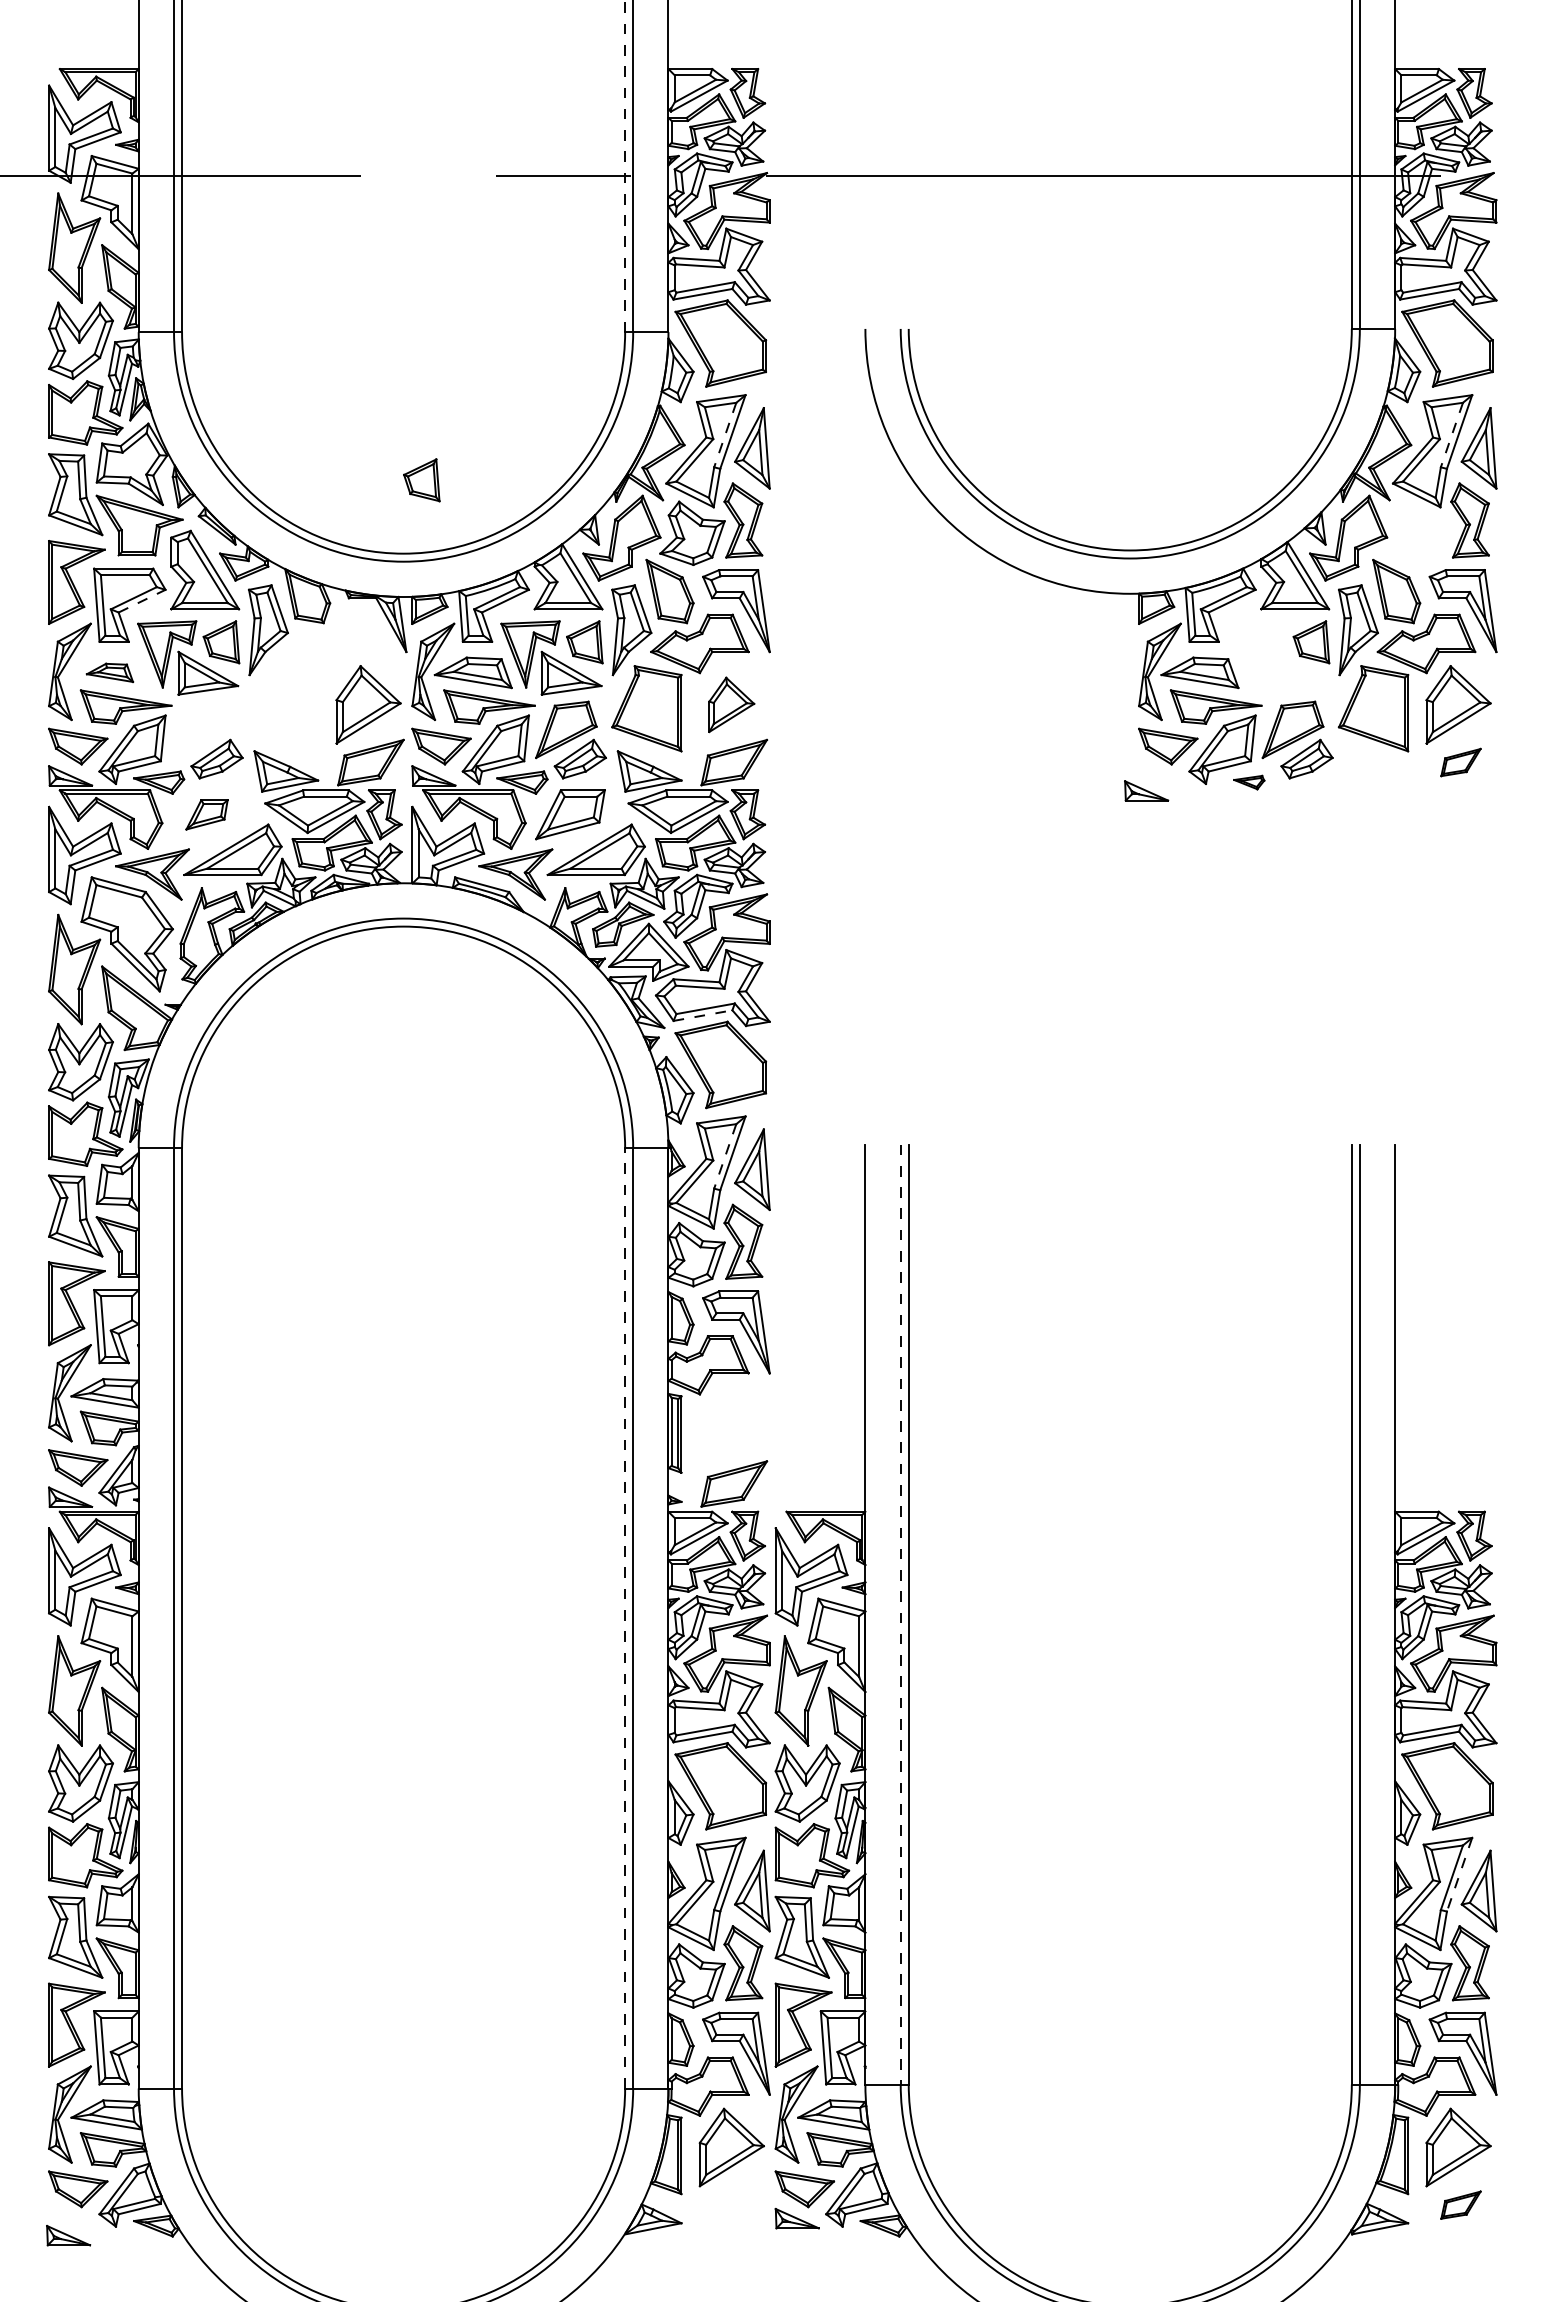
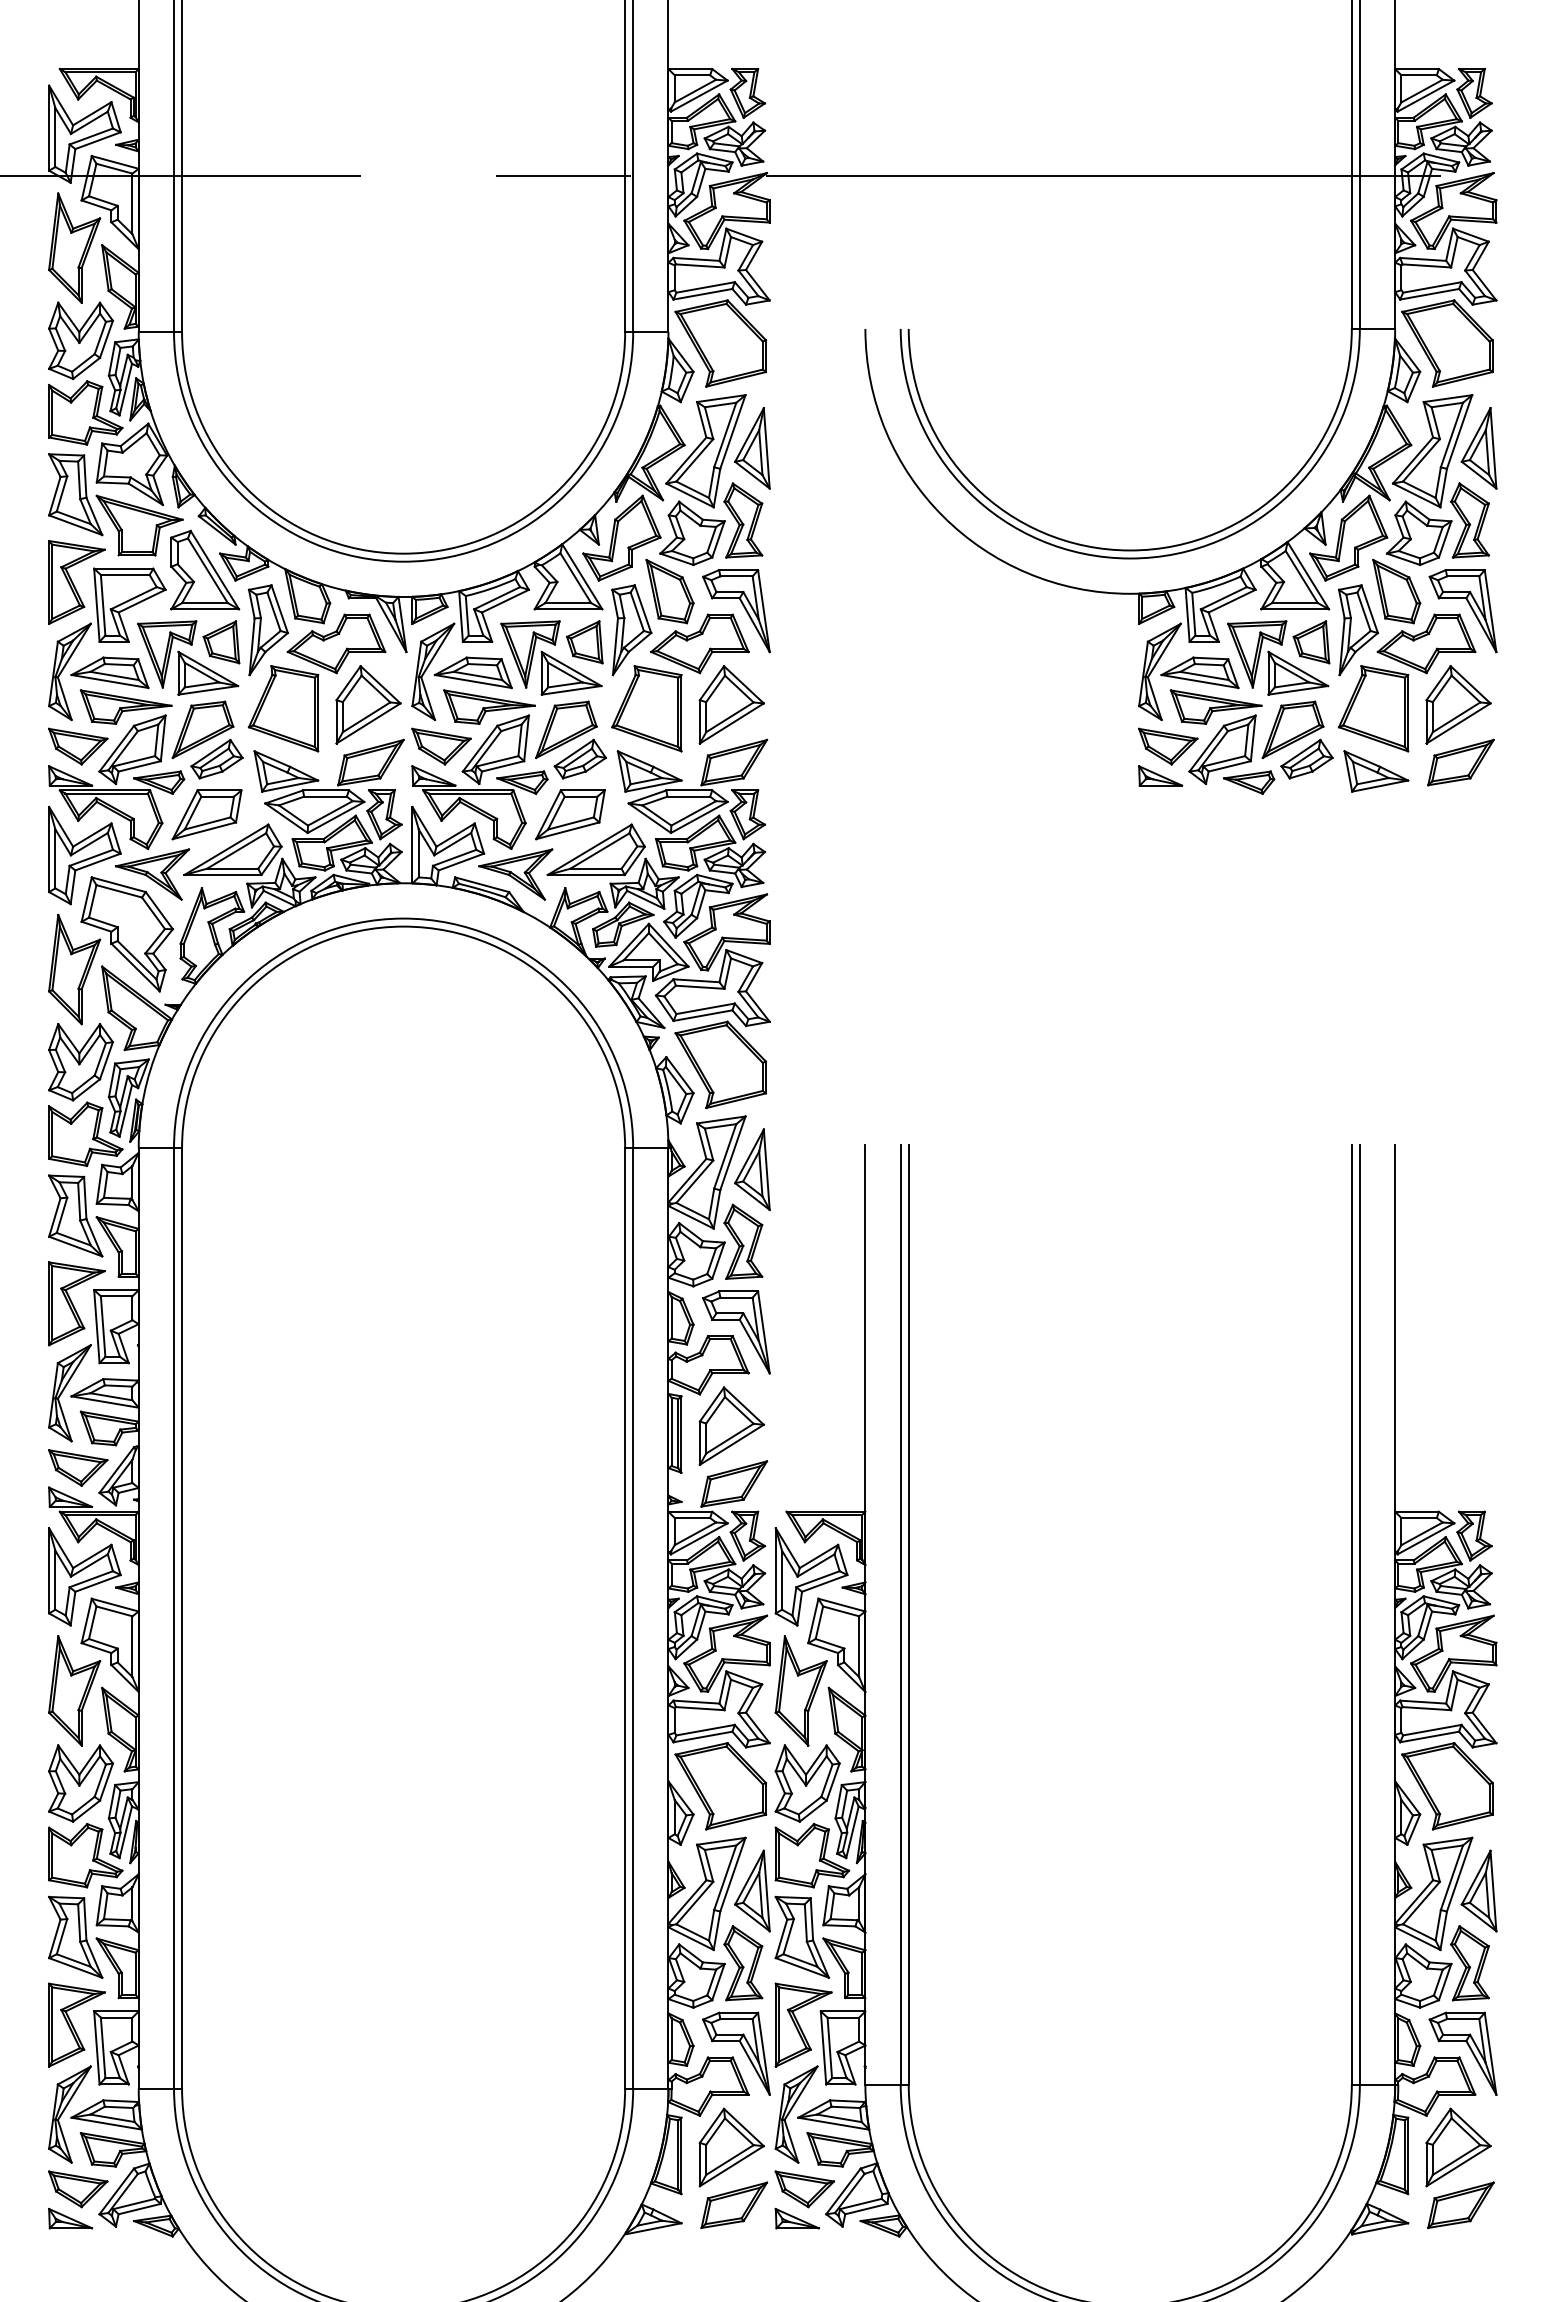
line at (625, 166): dashed -> solid
line at (725, 435): dashed -> solid
line at (1451, 435): dashed -> solid
part at (421, 480): present -> none
part at (1419, 532): none -> present
line at (142, 600): dashed -> solid
part at (1278, 657): none -> present
part at (109, 672) size: 50x21 px -> 80x34 px
part at (316, 682): none -> present
part at (731, 704) size: 48x58 px -> 67x80 px
part at (202, 729): none -> present
part at (1460, 762) size: 42x31 px -> 68x49 px
part at (1376, 771): none -> present
part at (1249, 782) size: 33x17 px -> 53x25 px
part at (1146, 790) position: (1146, 790) -> (1160, 775)
part at (206, 814) size: 44x32 px -> 72x52 px
line at (703, 1015): dashed -> solid
line at (725, 1156): dashed -> solid
part at (731, 1425): none -> present
line at (900, 1614): dashed -> solid
line at (625, 1617): dashed -> solid
line at (1459, 1874): dashed -> solid
part at (734, 2204): none -> present
part at (1460, 2204) size: 42x30 px -> 68x48 px
part at (68, 2235) position: (68, 2235) -> (70, 2218)
